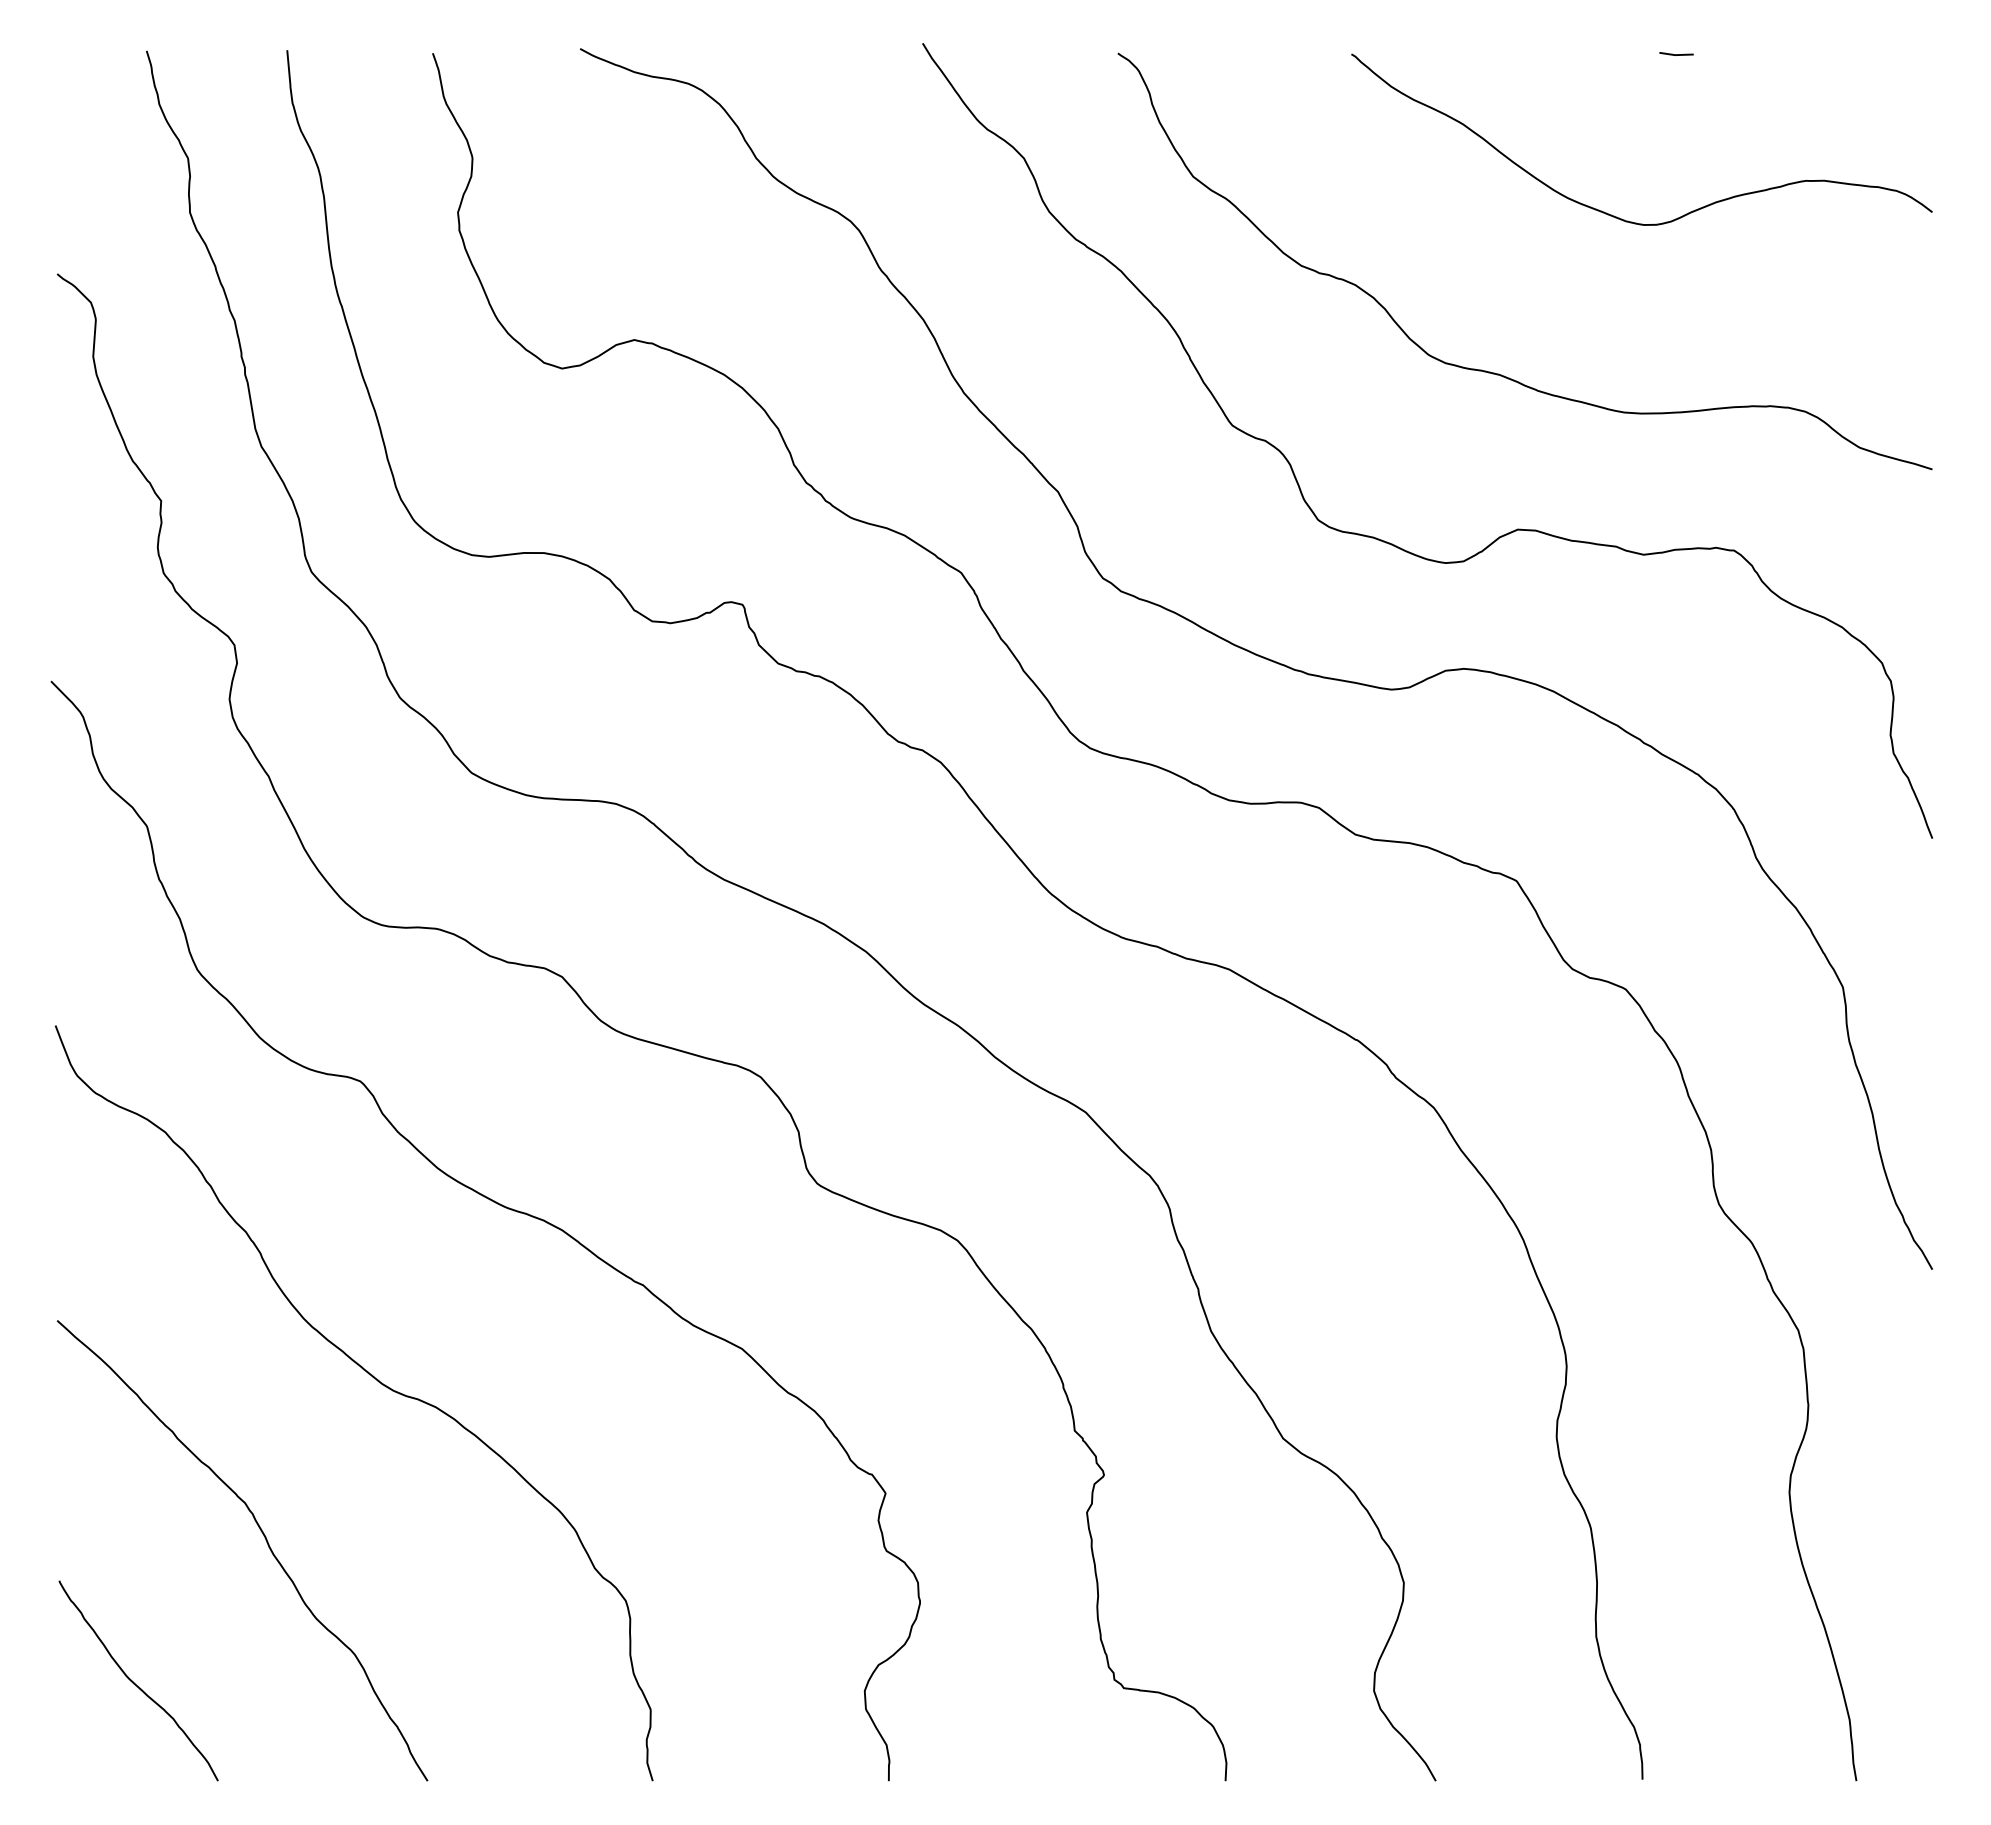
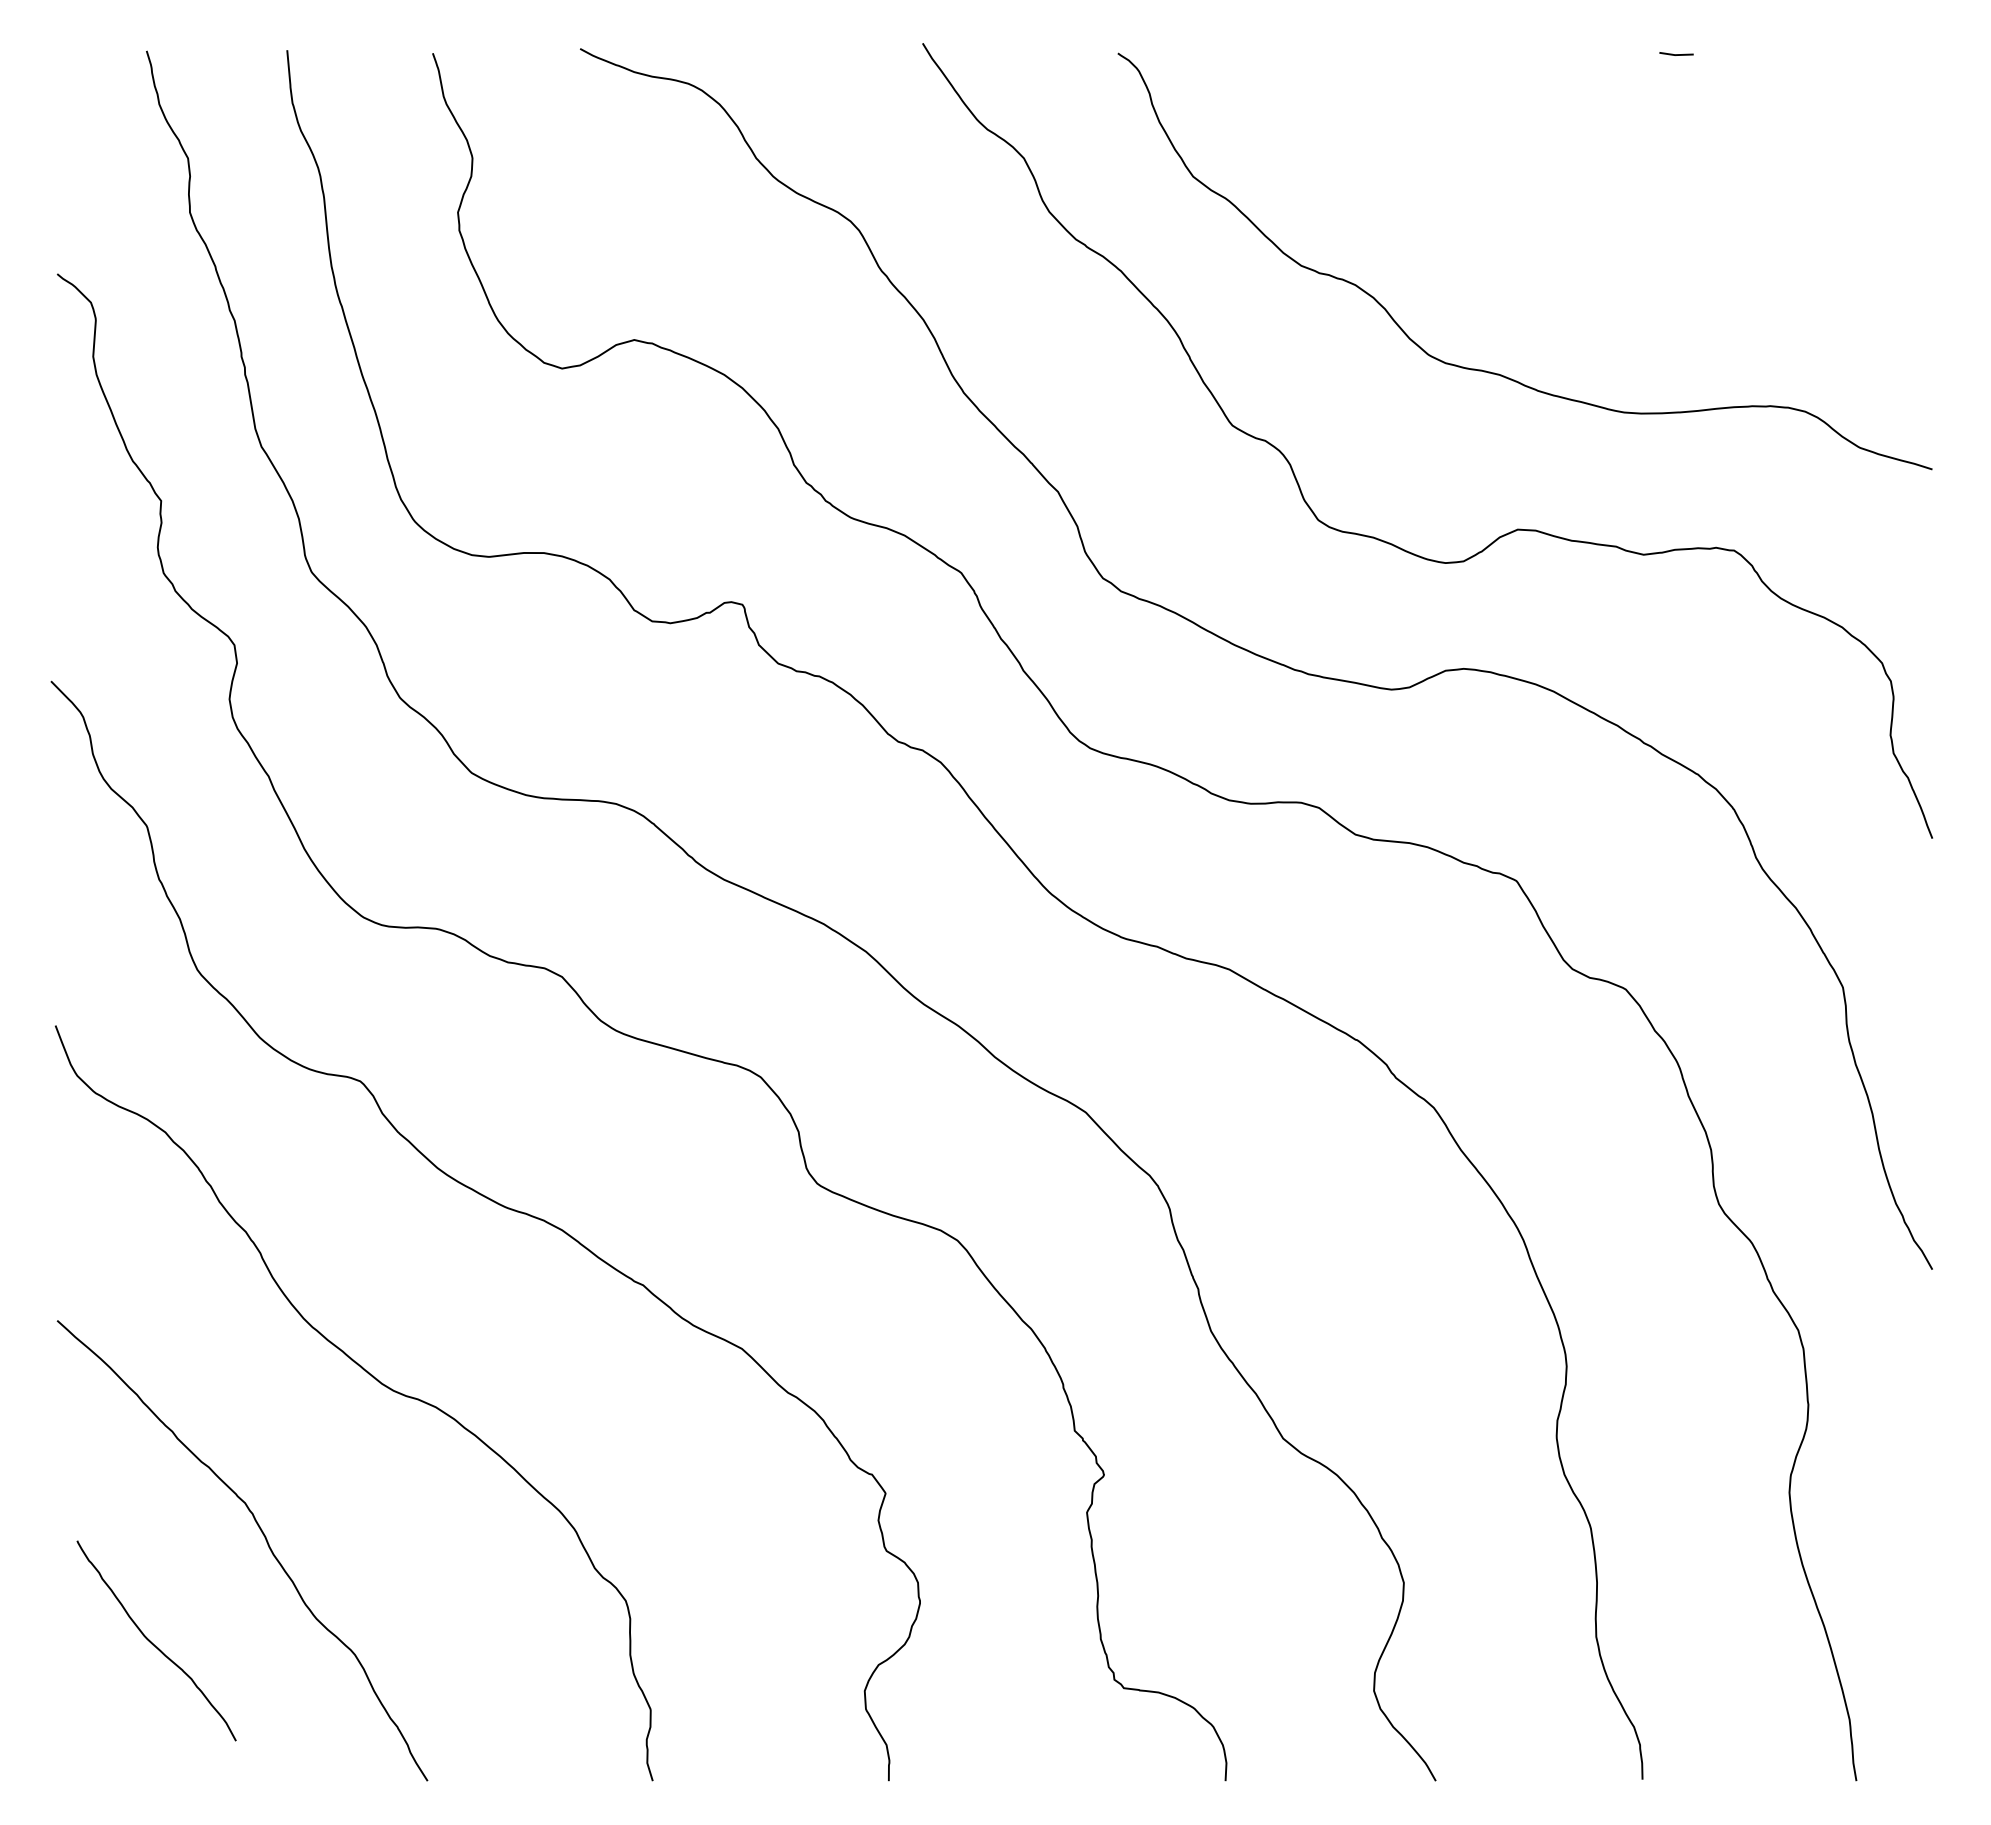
curve at (1609, 213): present -> none
curve at (135, 1683) position: (135, 1683) -> (153, 1643)
